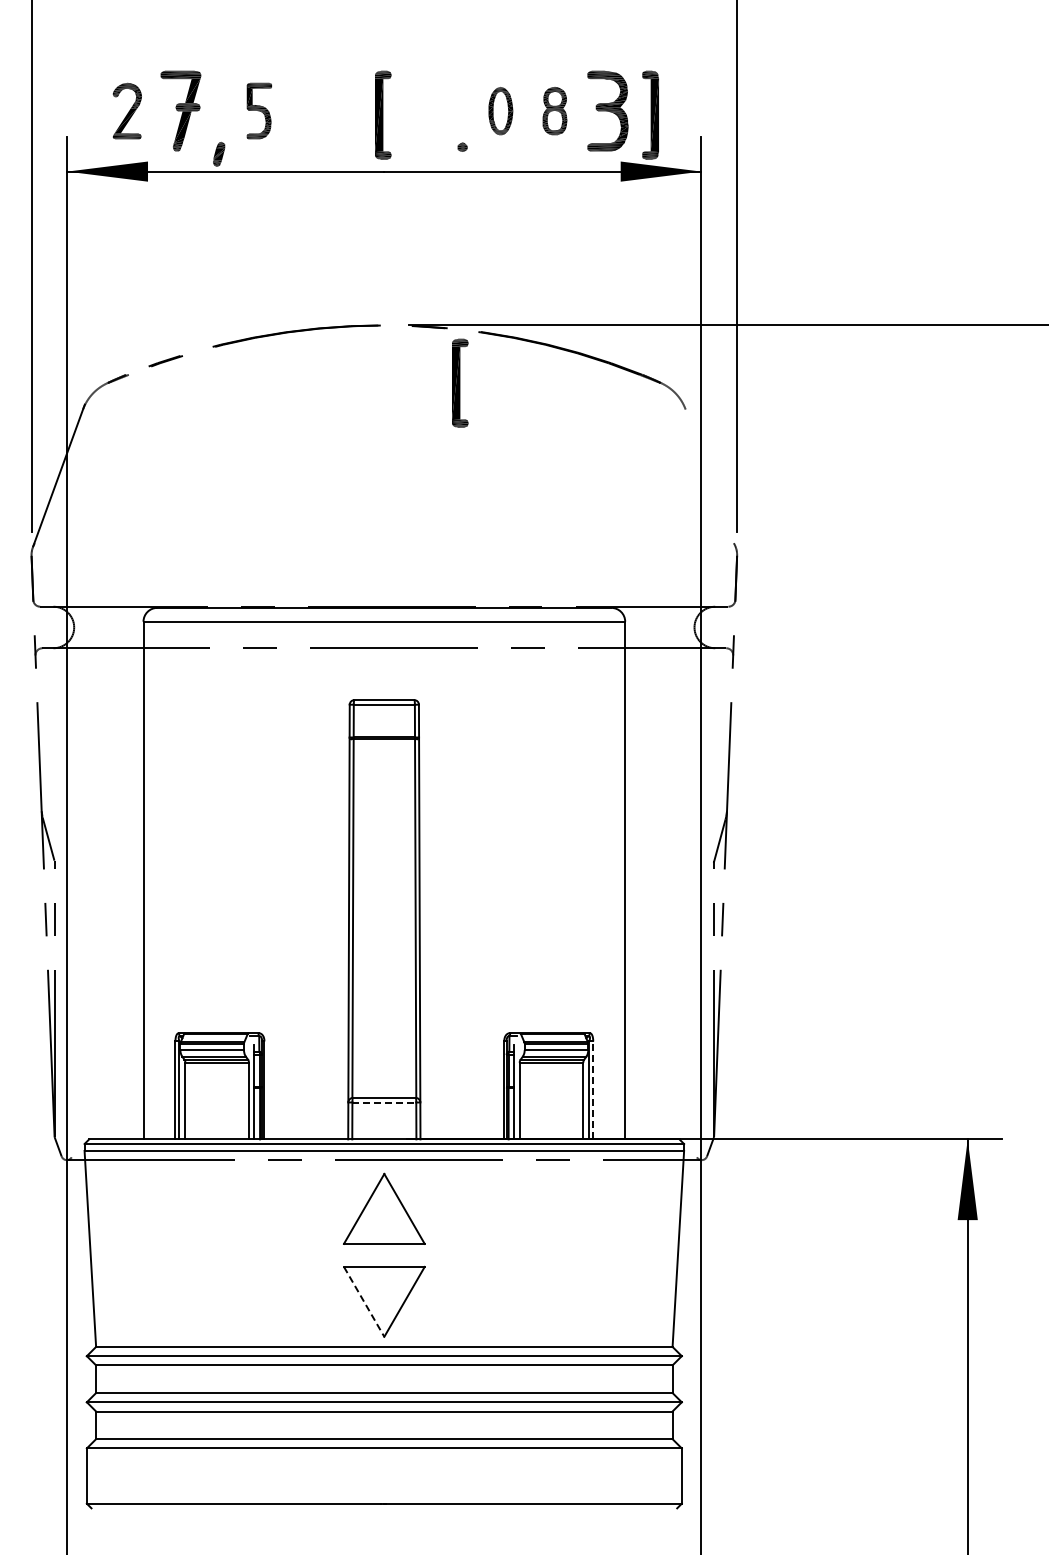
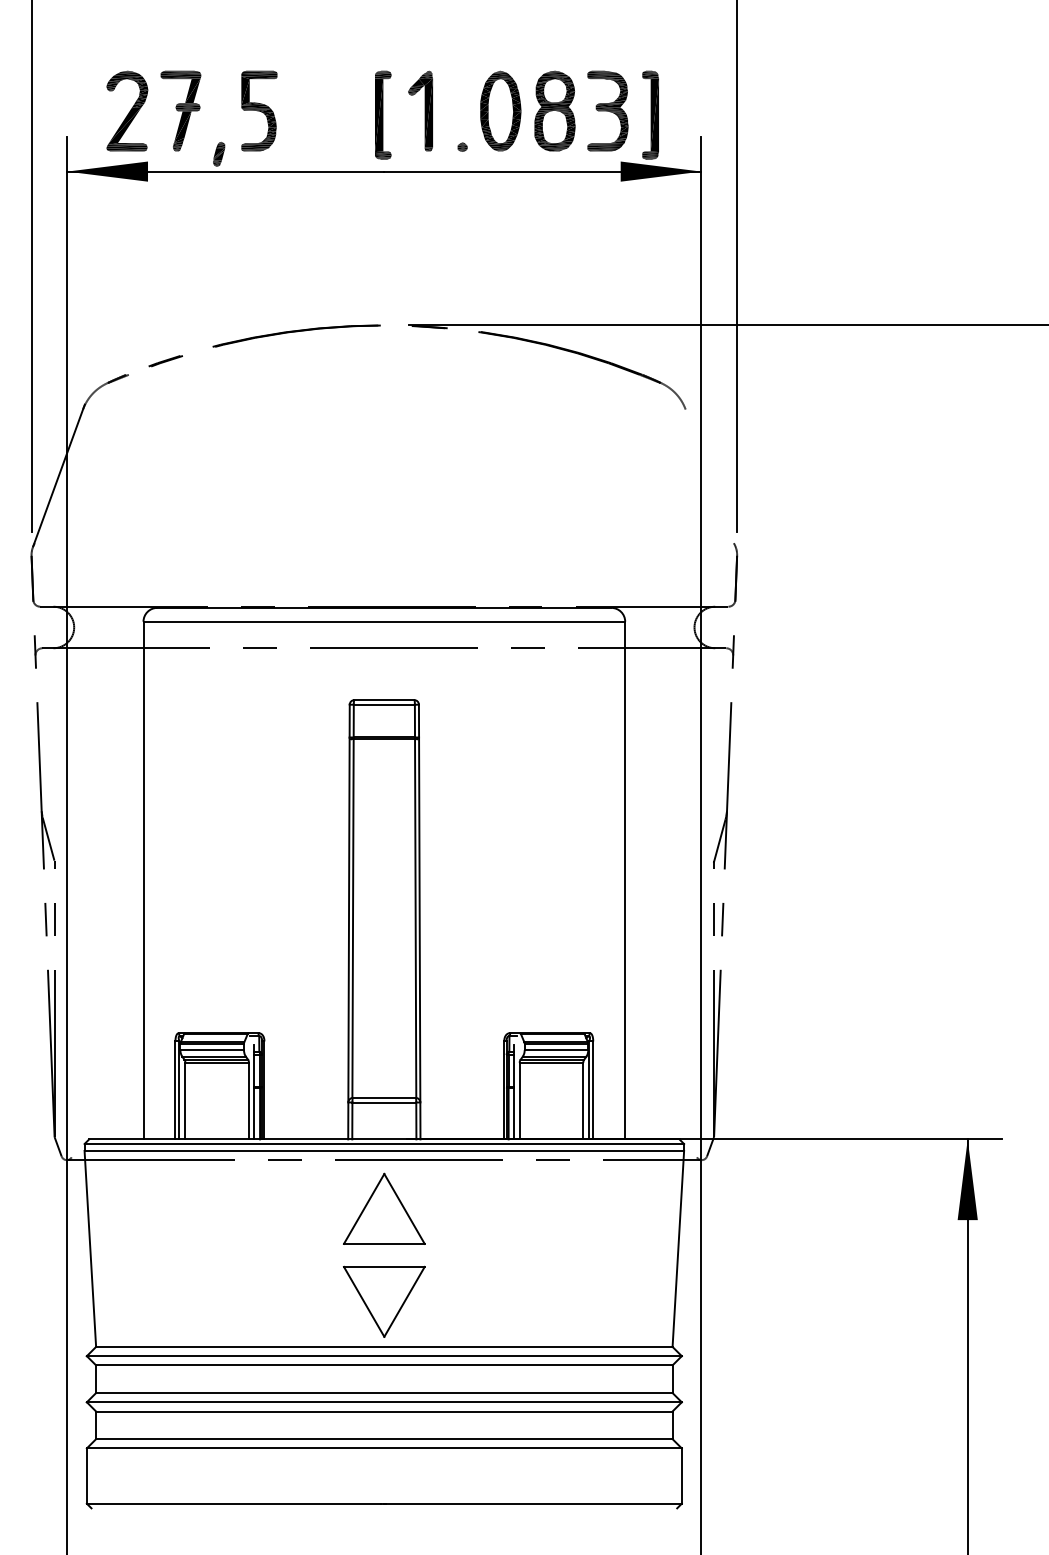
part at (126, 110) size: 30x58 px -> 43x82 px
part at (258, 110) size: 26x58 px -> 37x82 px
part at (420, 110): none -> present
part at (500, 111) size: 26x49 px -> 42x82 px
part at (554, 111) size: 26x49 px -> 42x82 px
part at (460, 382): present -> none
line at (593, 1090): dashed -> solid
line at (384, 1102): dashed -> solid
line at (364, 1302): dashed -> solid
